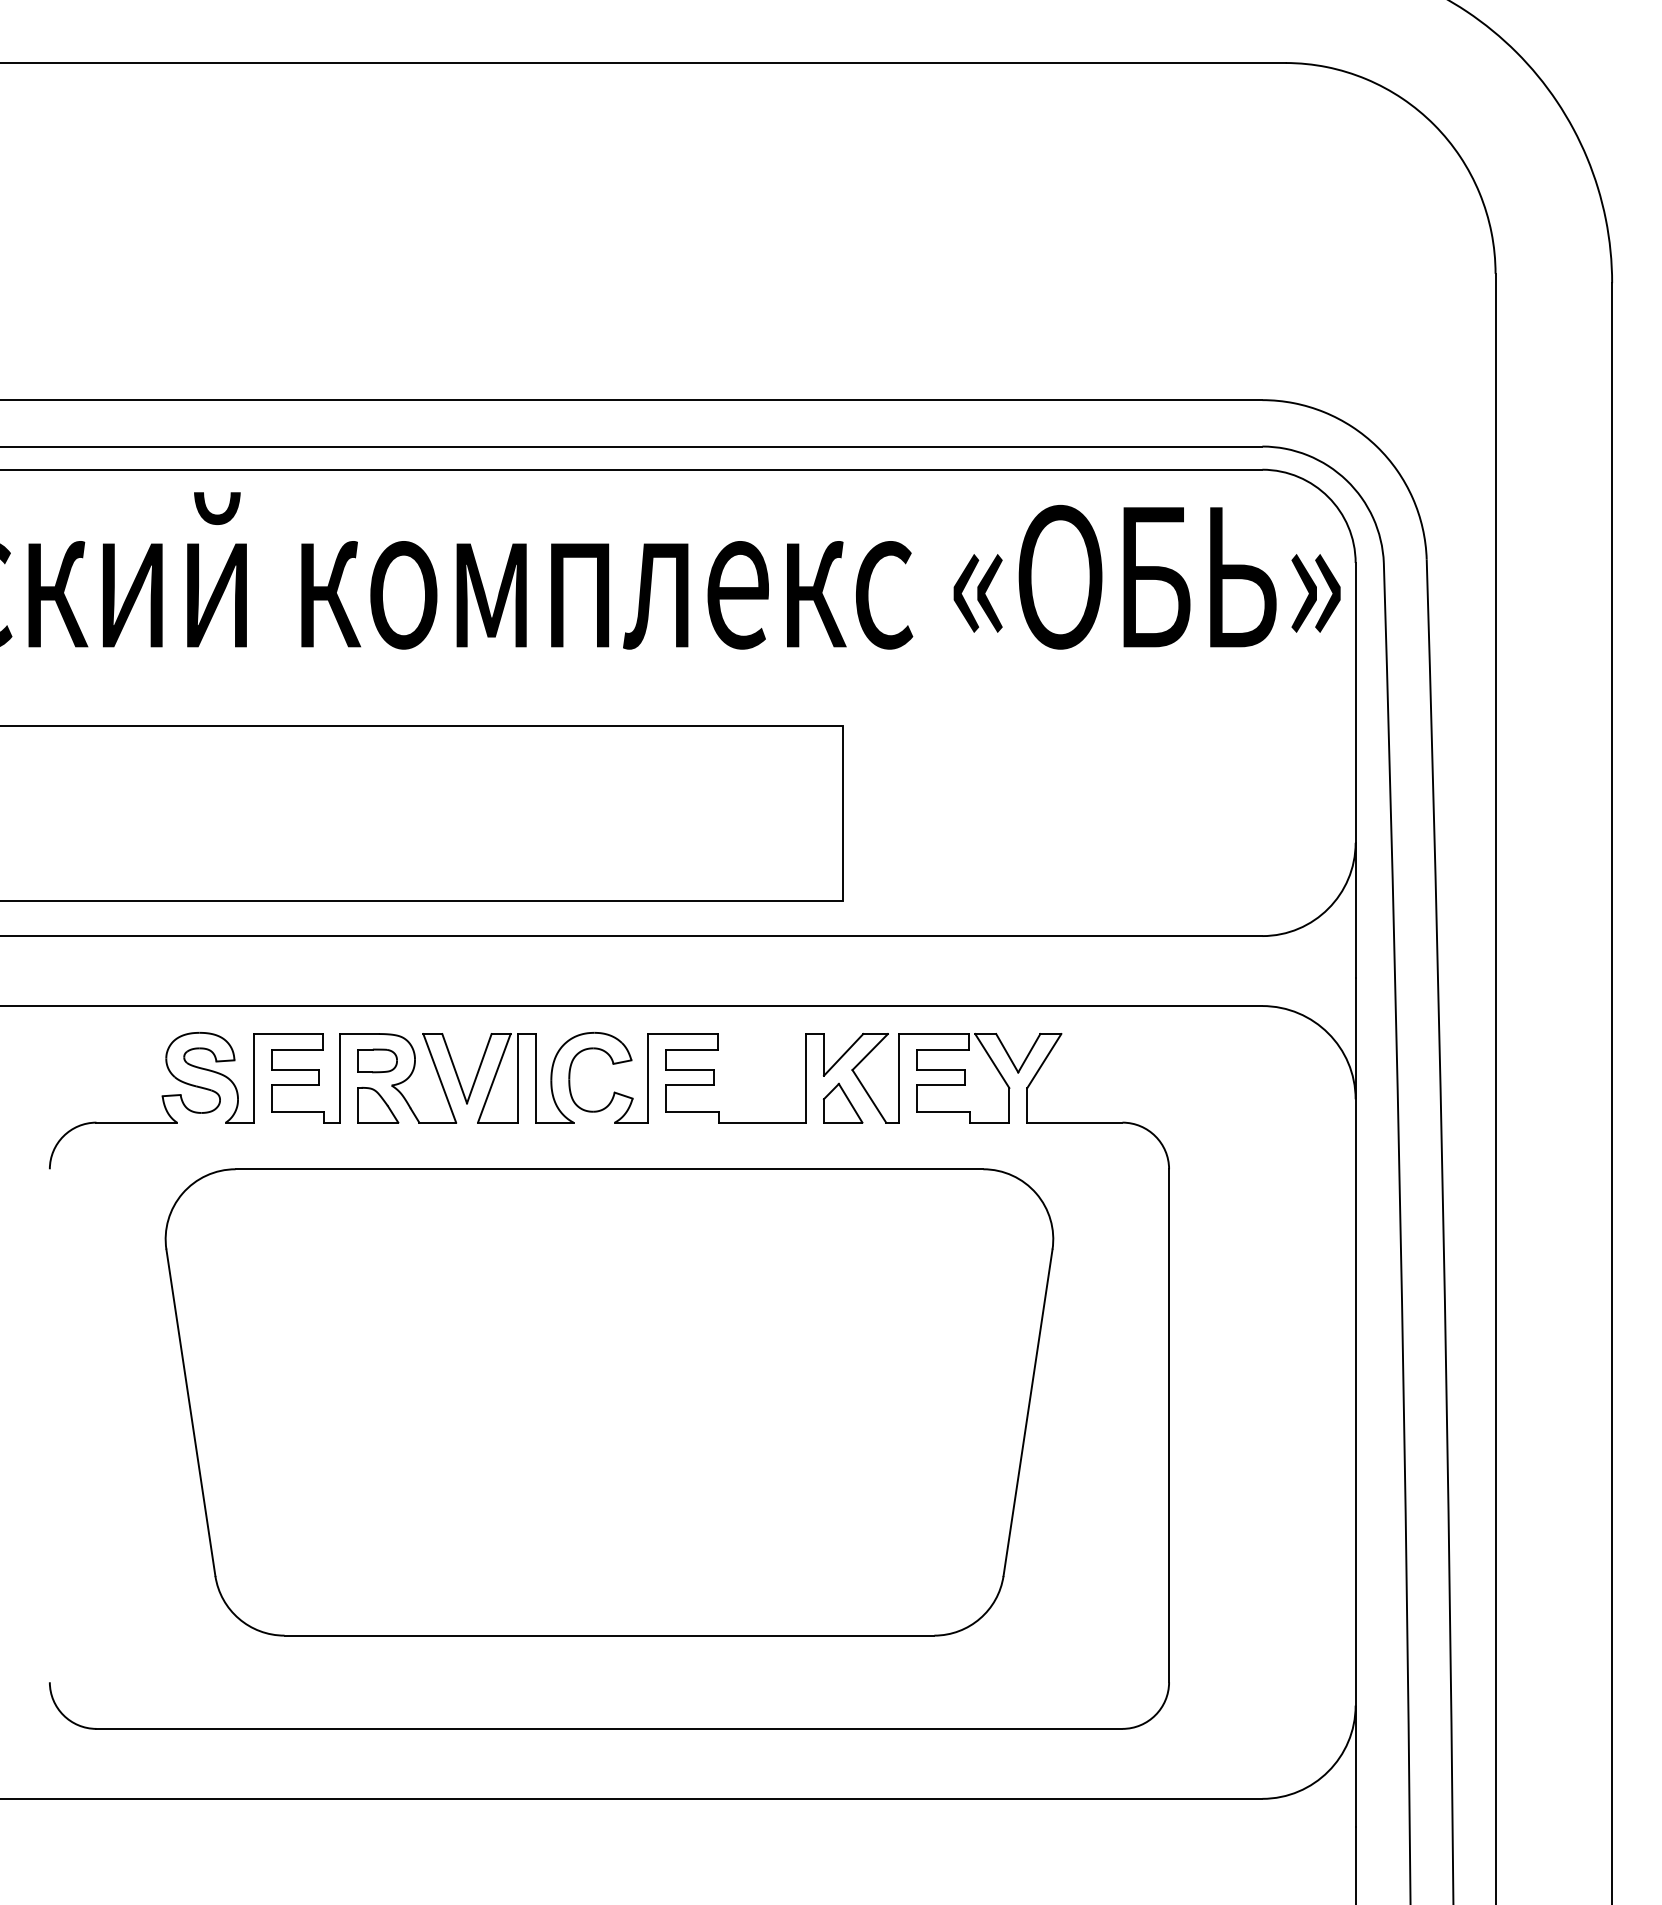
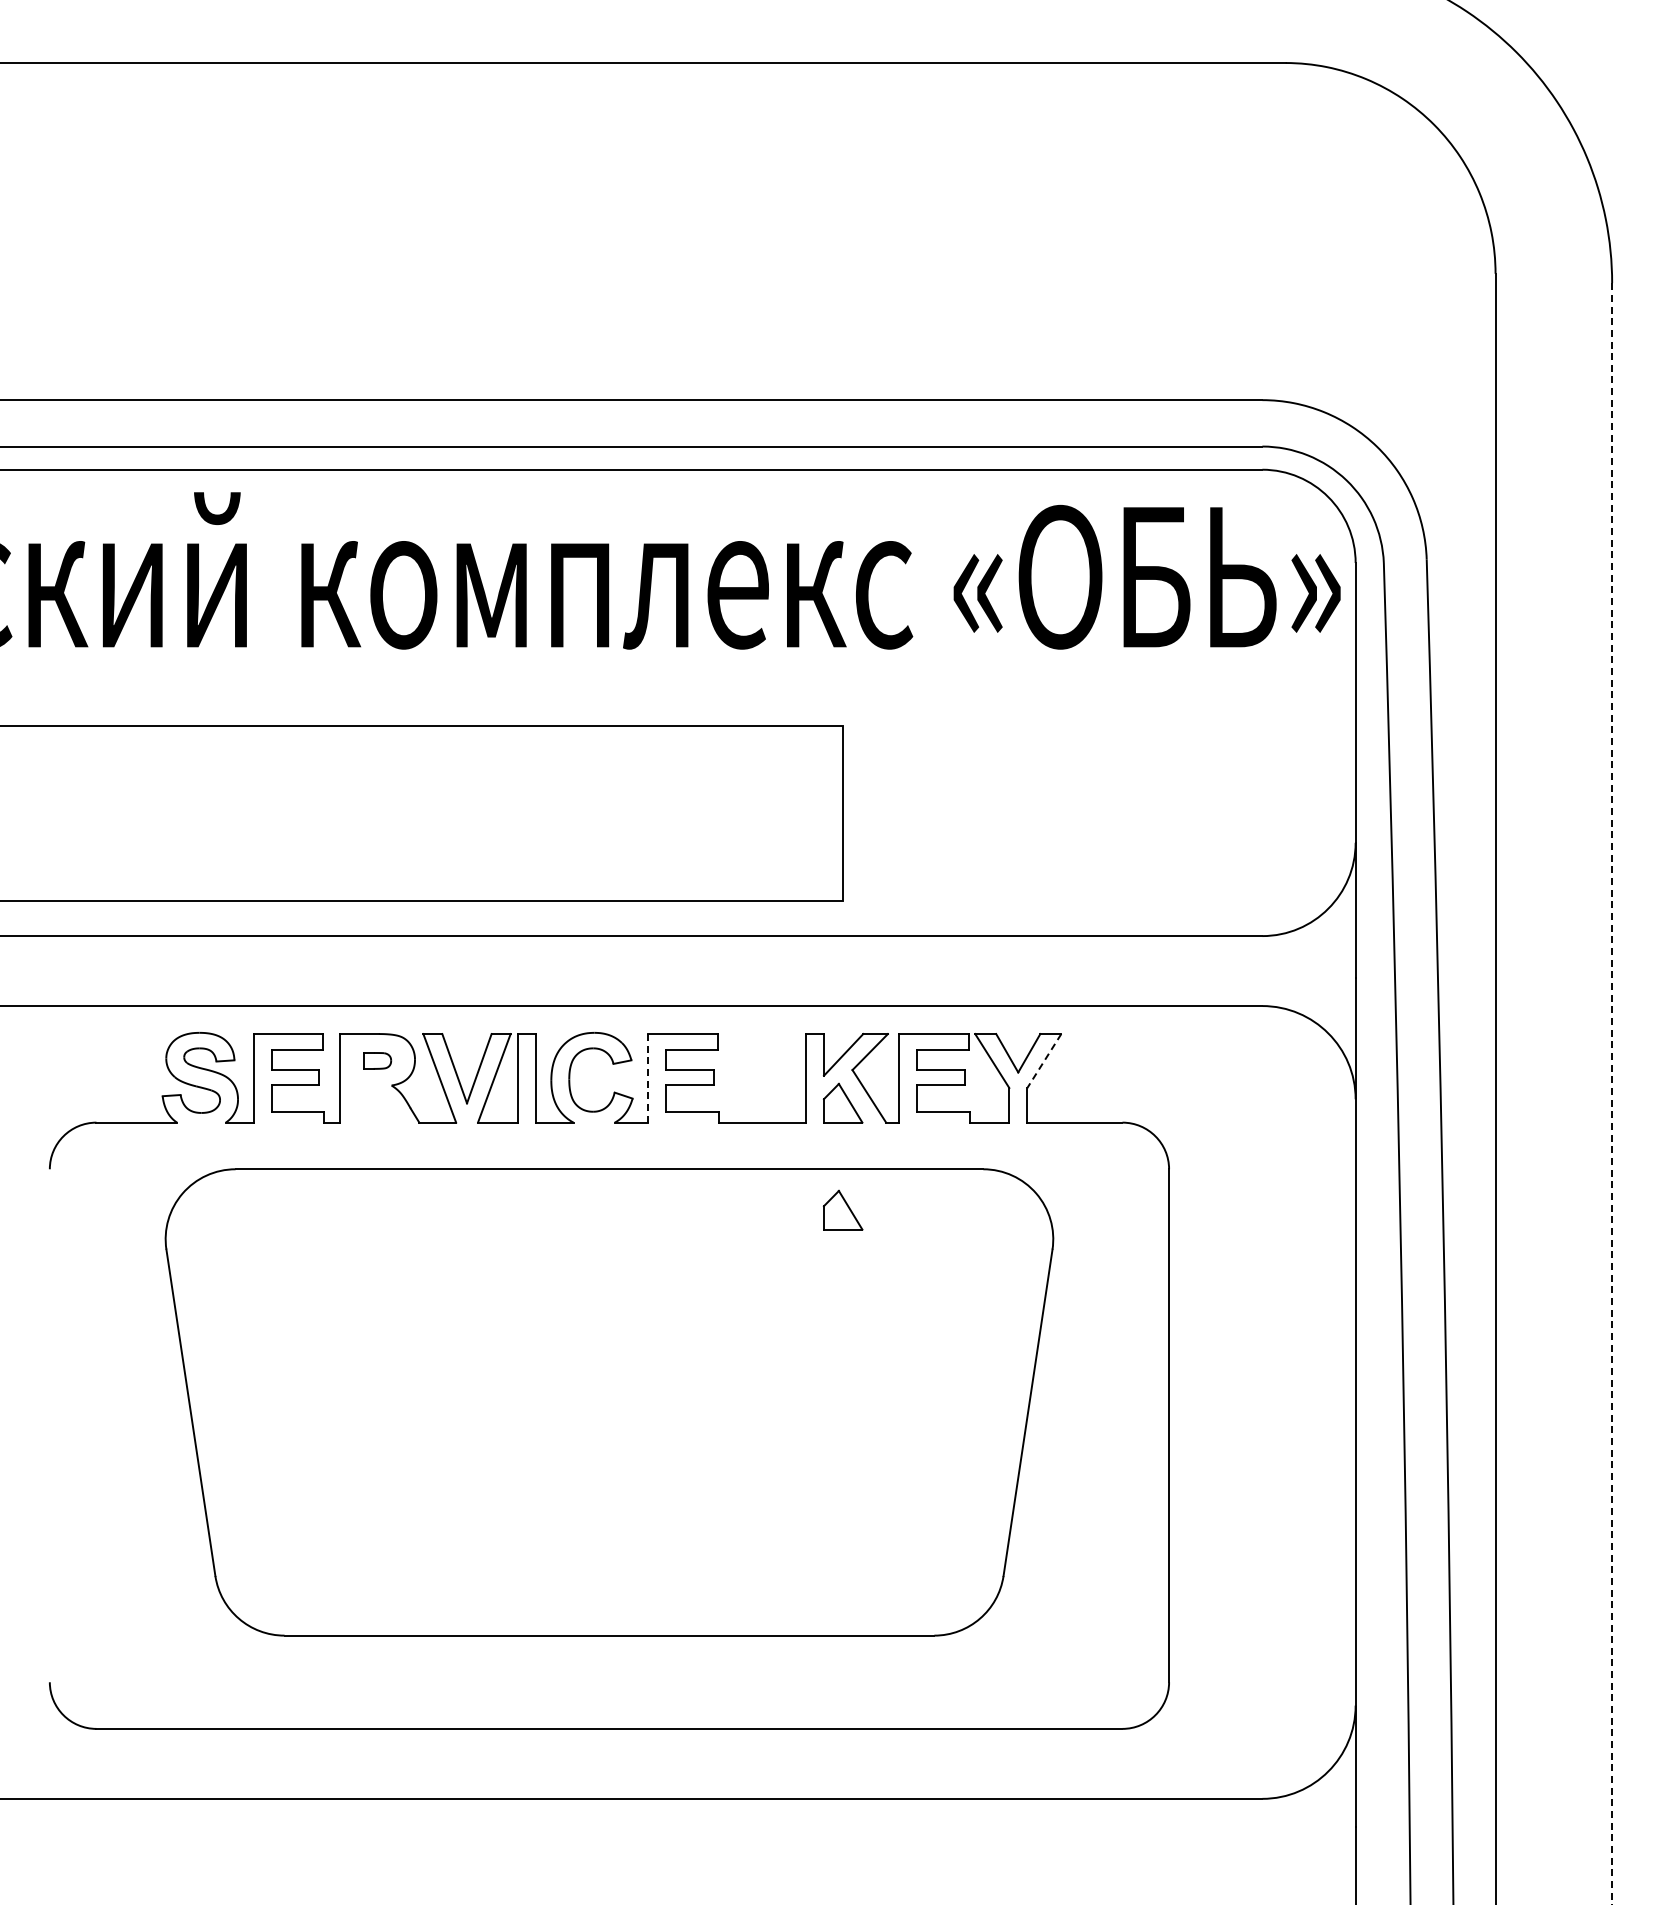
part at (377, 1060) size: 41x26 px -> 30x18 px
line at (1044, 1061): solid -> dashed
line at (648, 1077): solid -> dashed
line at (1612, 1094): solid -> dashed
part at (378, 1105): present -> none
part at (842, 1209): none -> present
